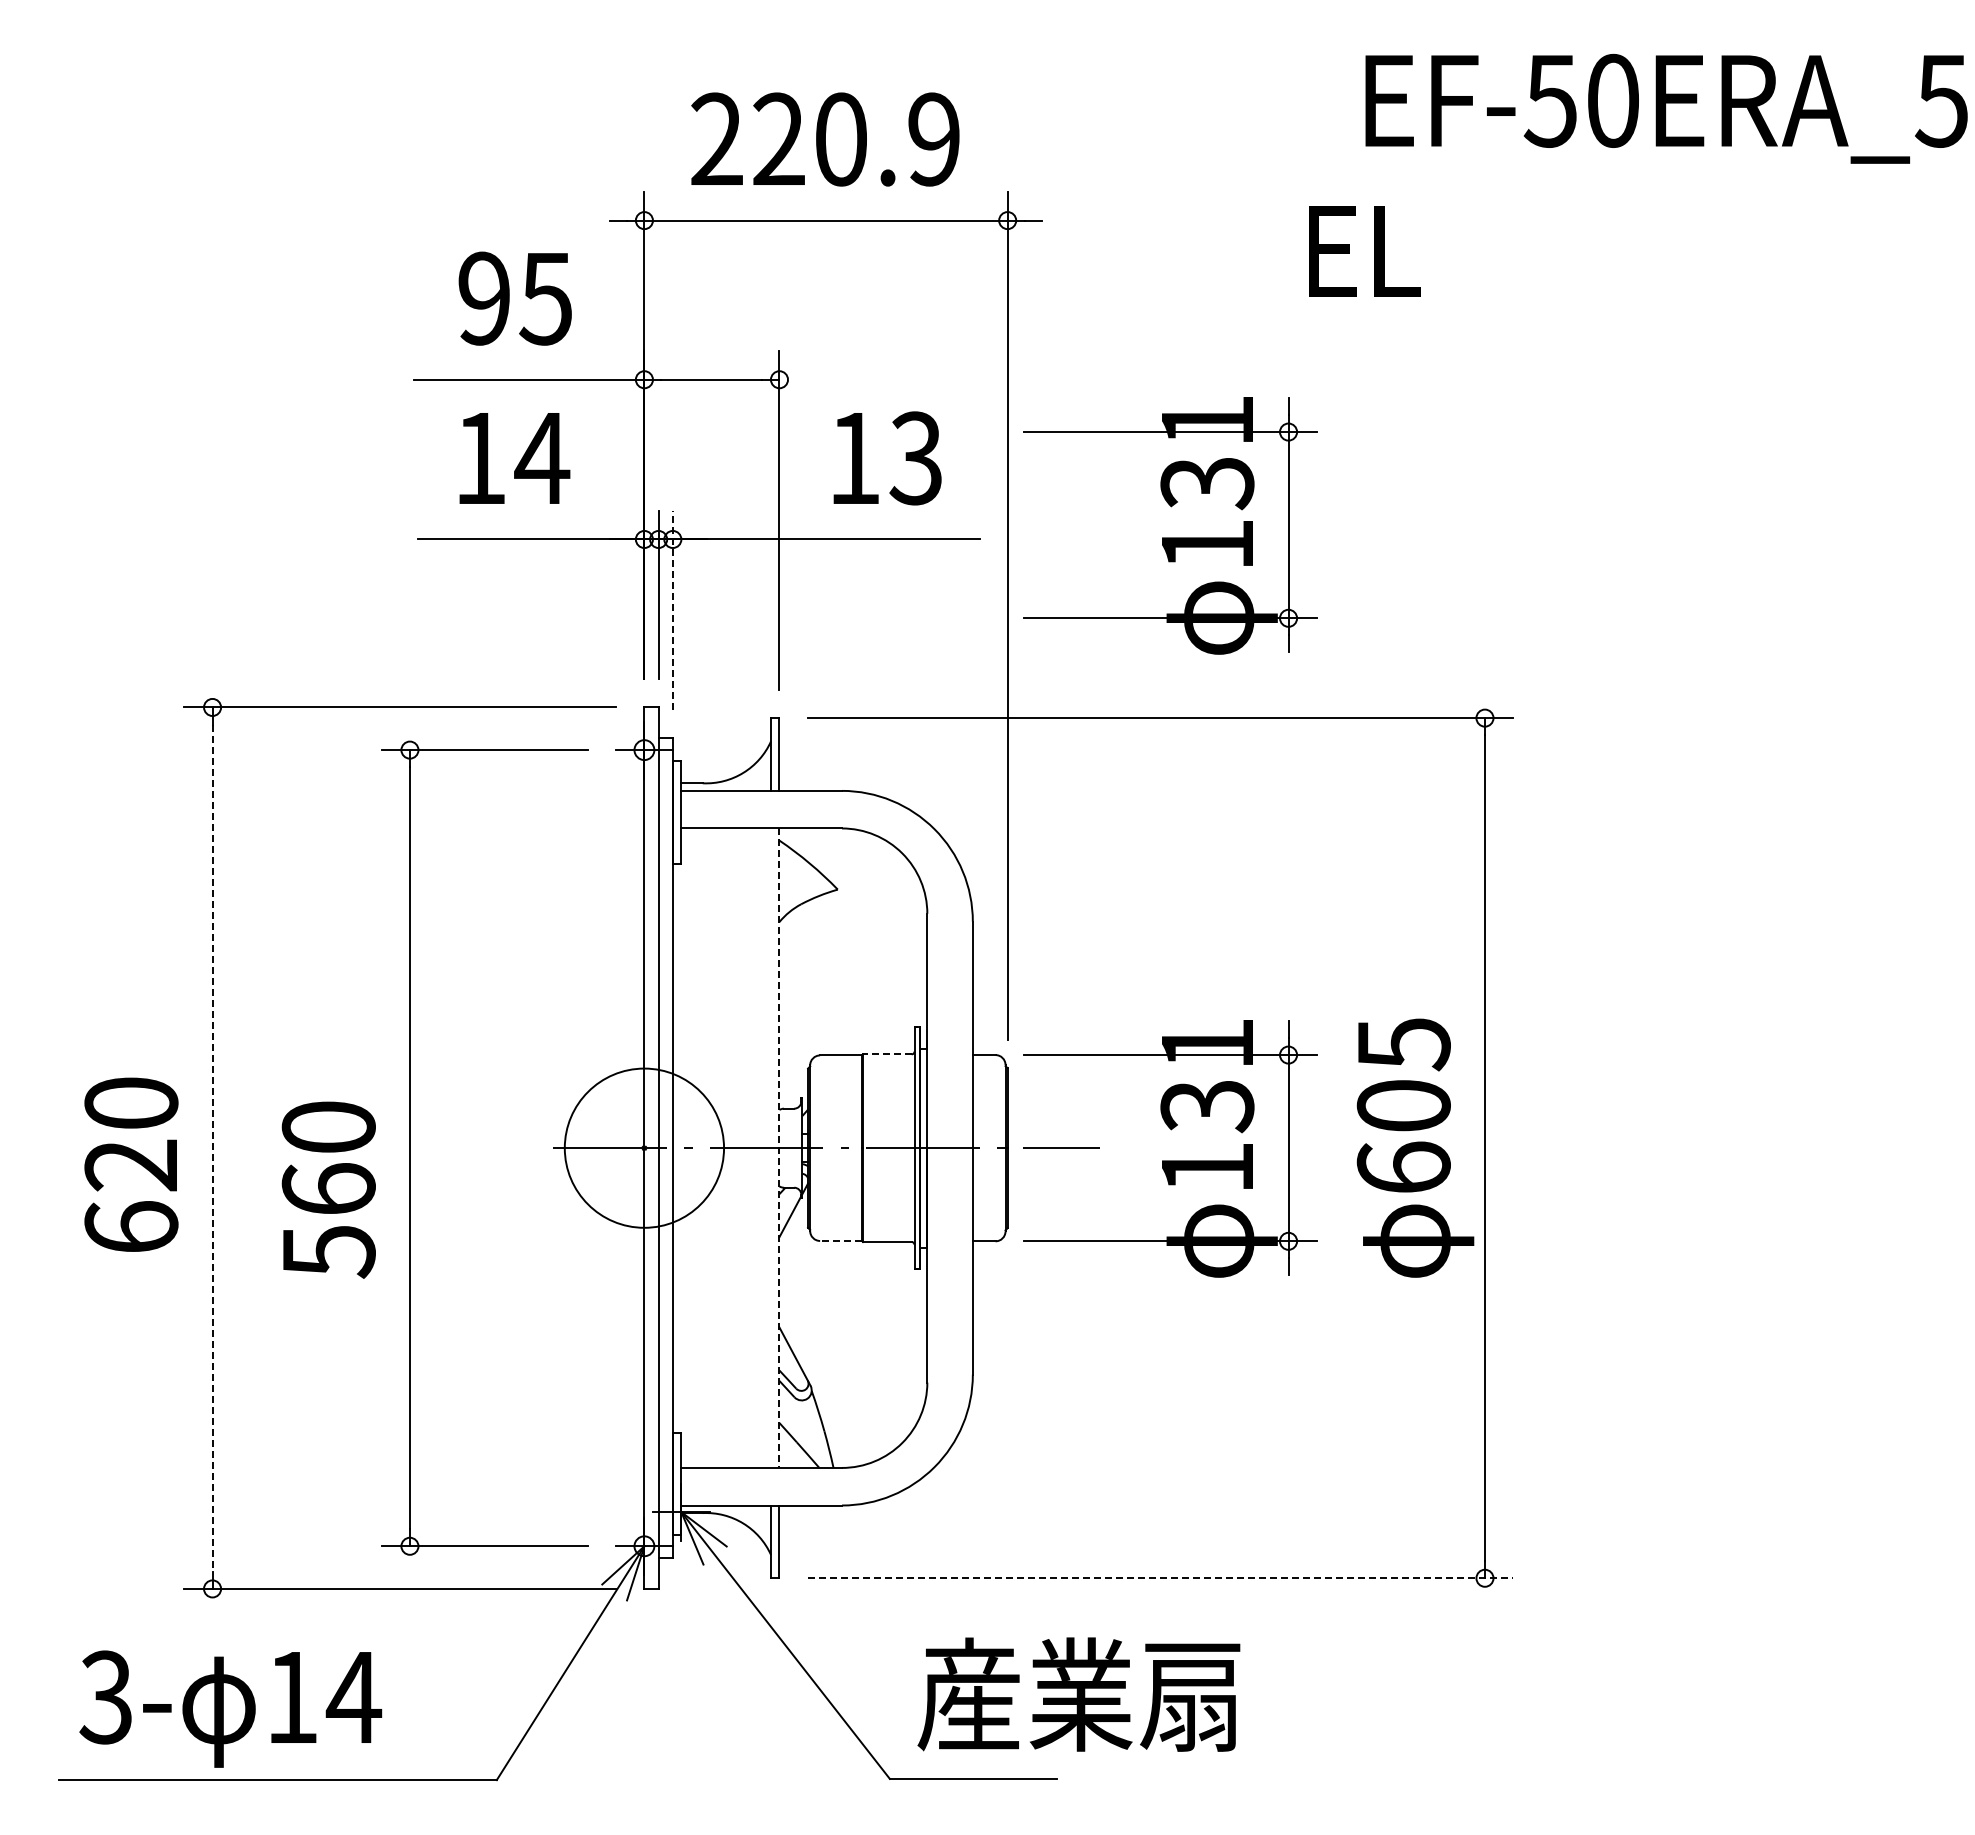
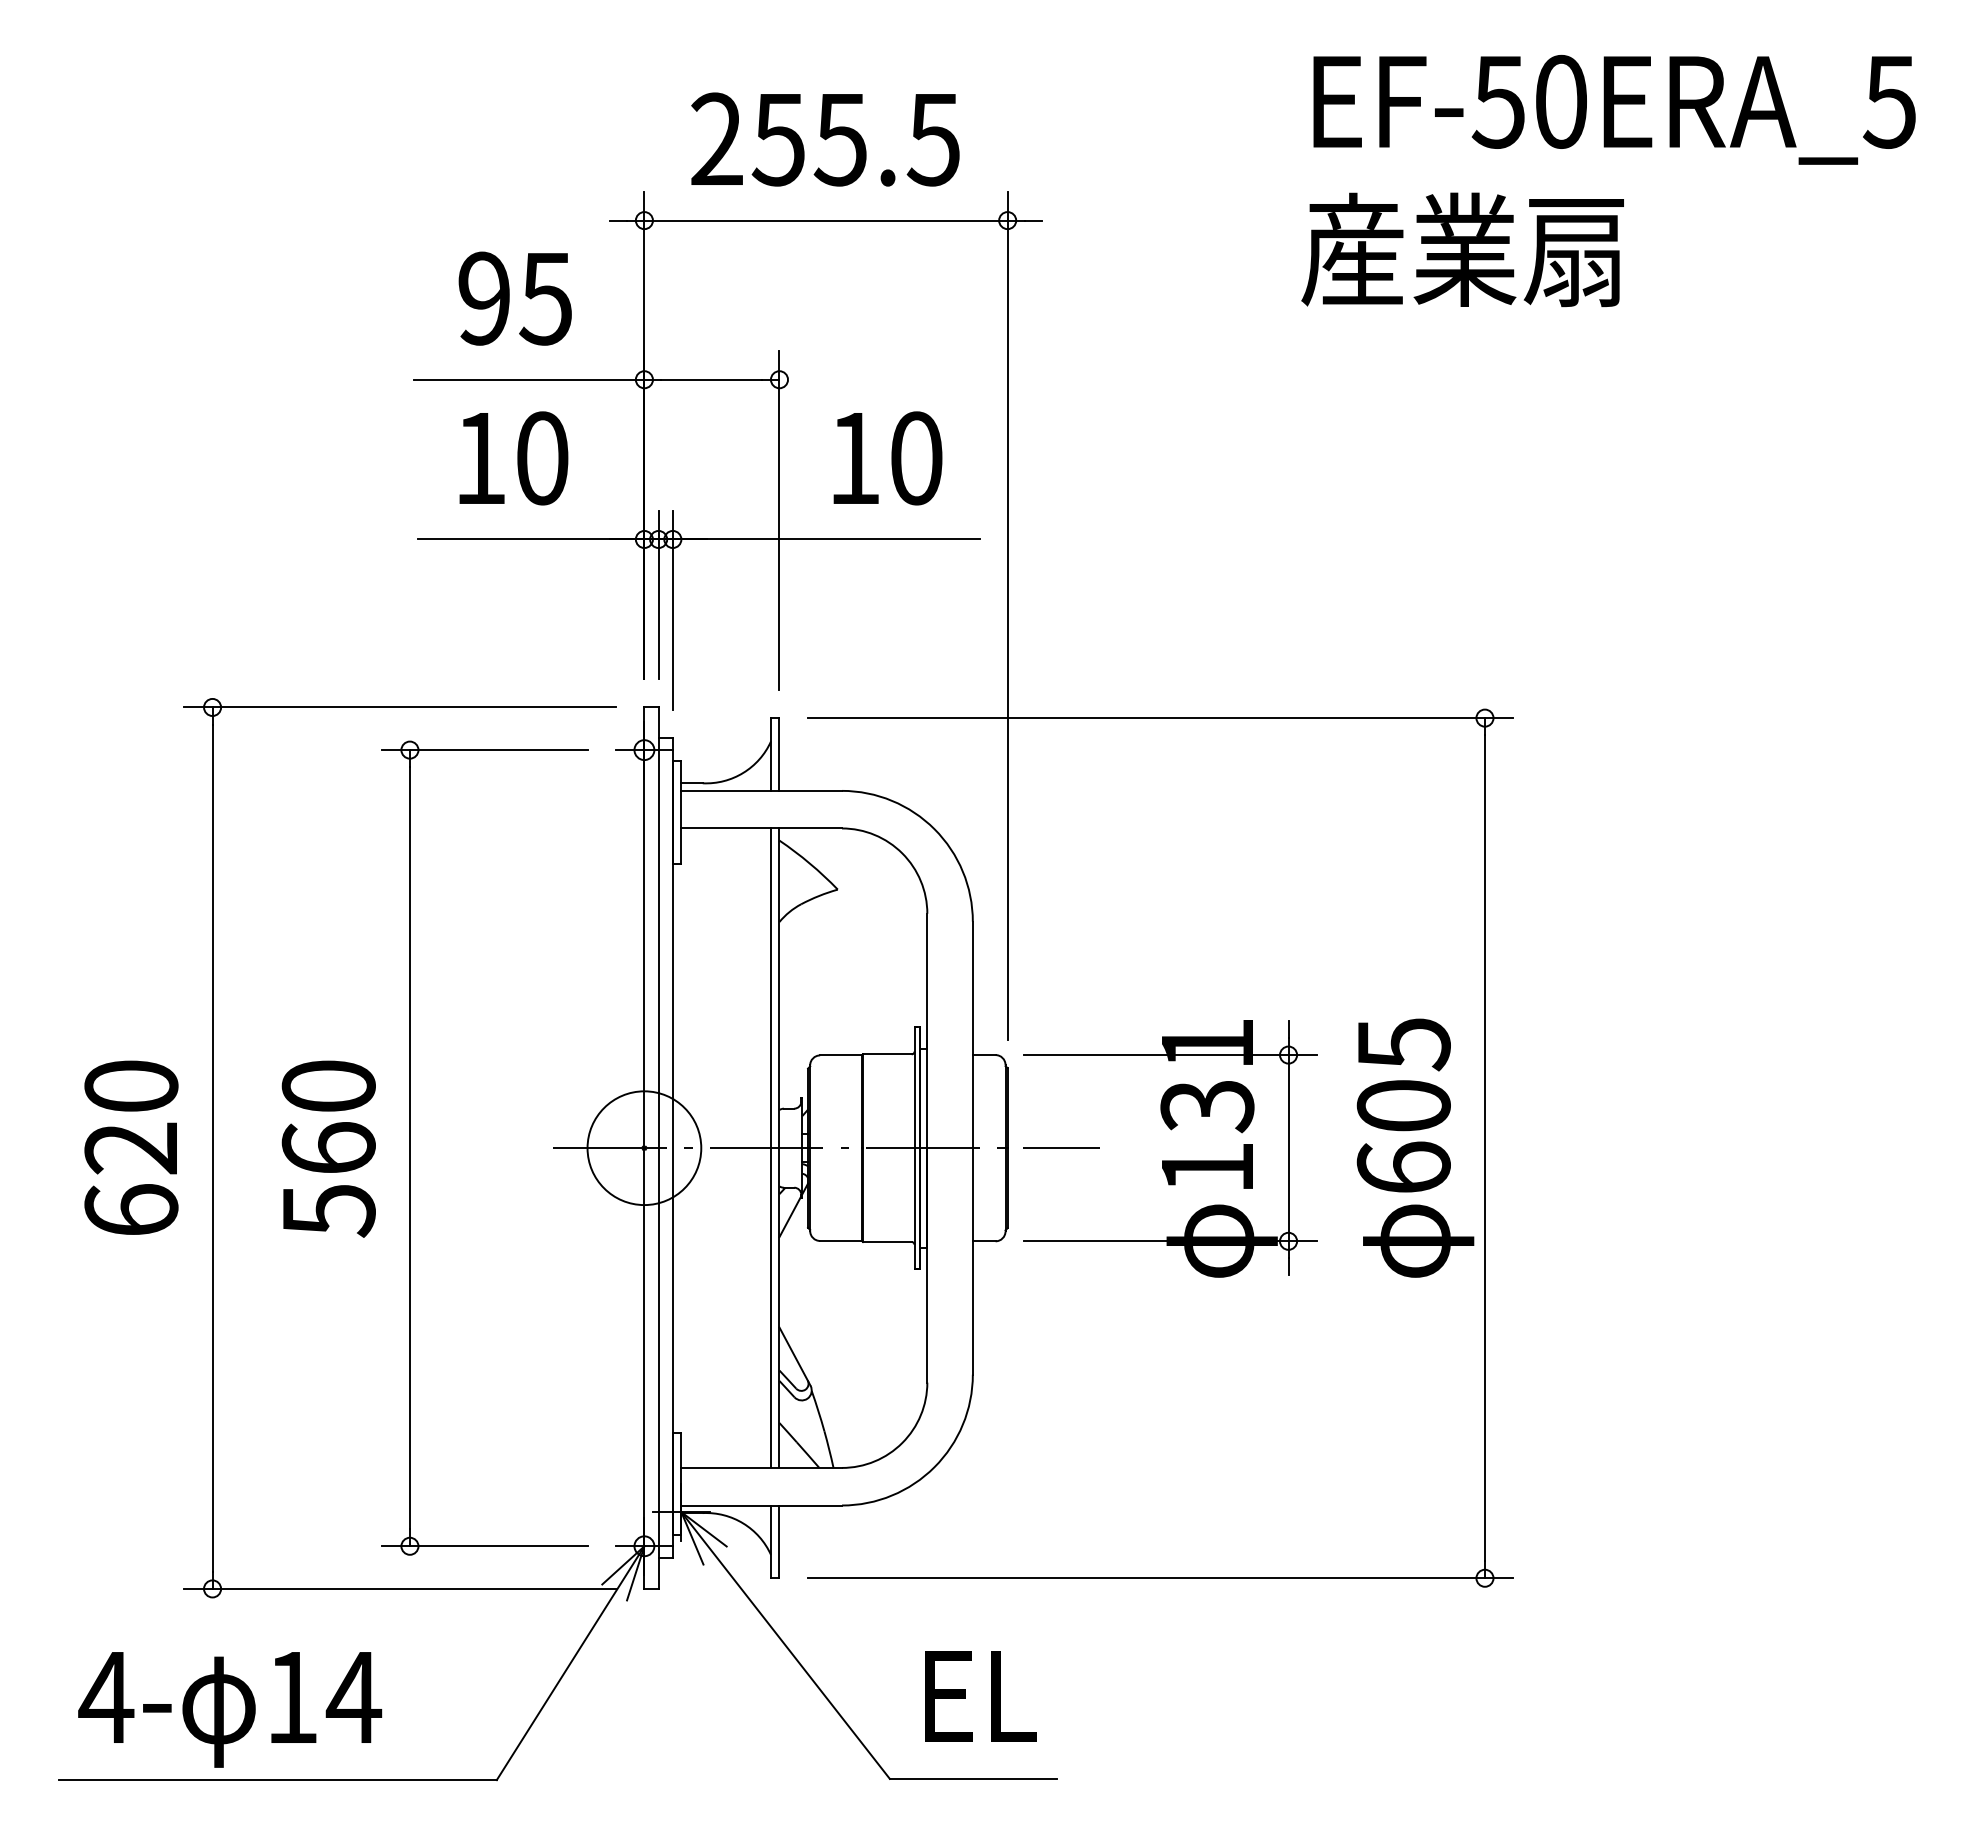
text at (1666, 108) position: (1666, 108) -> (1614, 109)
text at (855, 139): 220.9 -> 255.5
text at (1462, 249): EL -> 産業扇
text at (542, 458): 14 -> 10
text at (915, 458): 13 -> 10
part at (1170, 537): present -> none
line at (672, 609): dashed -> solid
line at (886, 1054): dashed -> solid
circle at (644, 1147) diameter: 159 px -> 114 px
line at (770, 1147): none -> present
line at (212, 1148): dashed -> solid
line at (779, 1148): dashed -> solid
text at (131, 1164) position: (131, 1164) -> (131, 1147)
text at (328, 1189) position: (328, 1189) -> (328, 1148)
line at (841, 1240): dashed -> solid
line at (1160, 1578): dashed -> solid
text at (1078, 1694): 産業扇 -> EL
text at (106, 1697): 3- -> 4-
